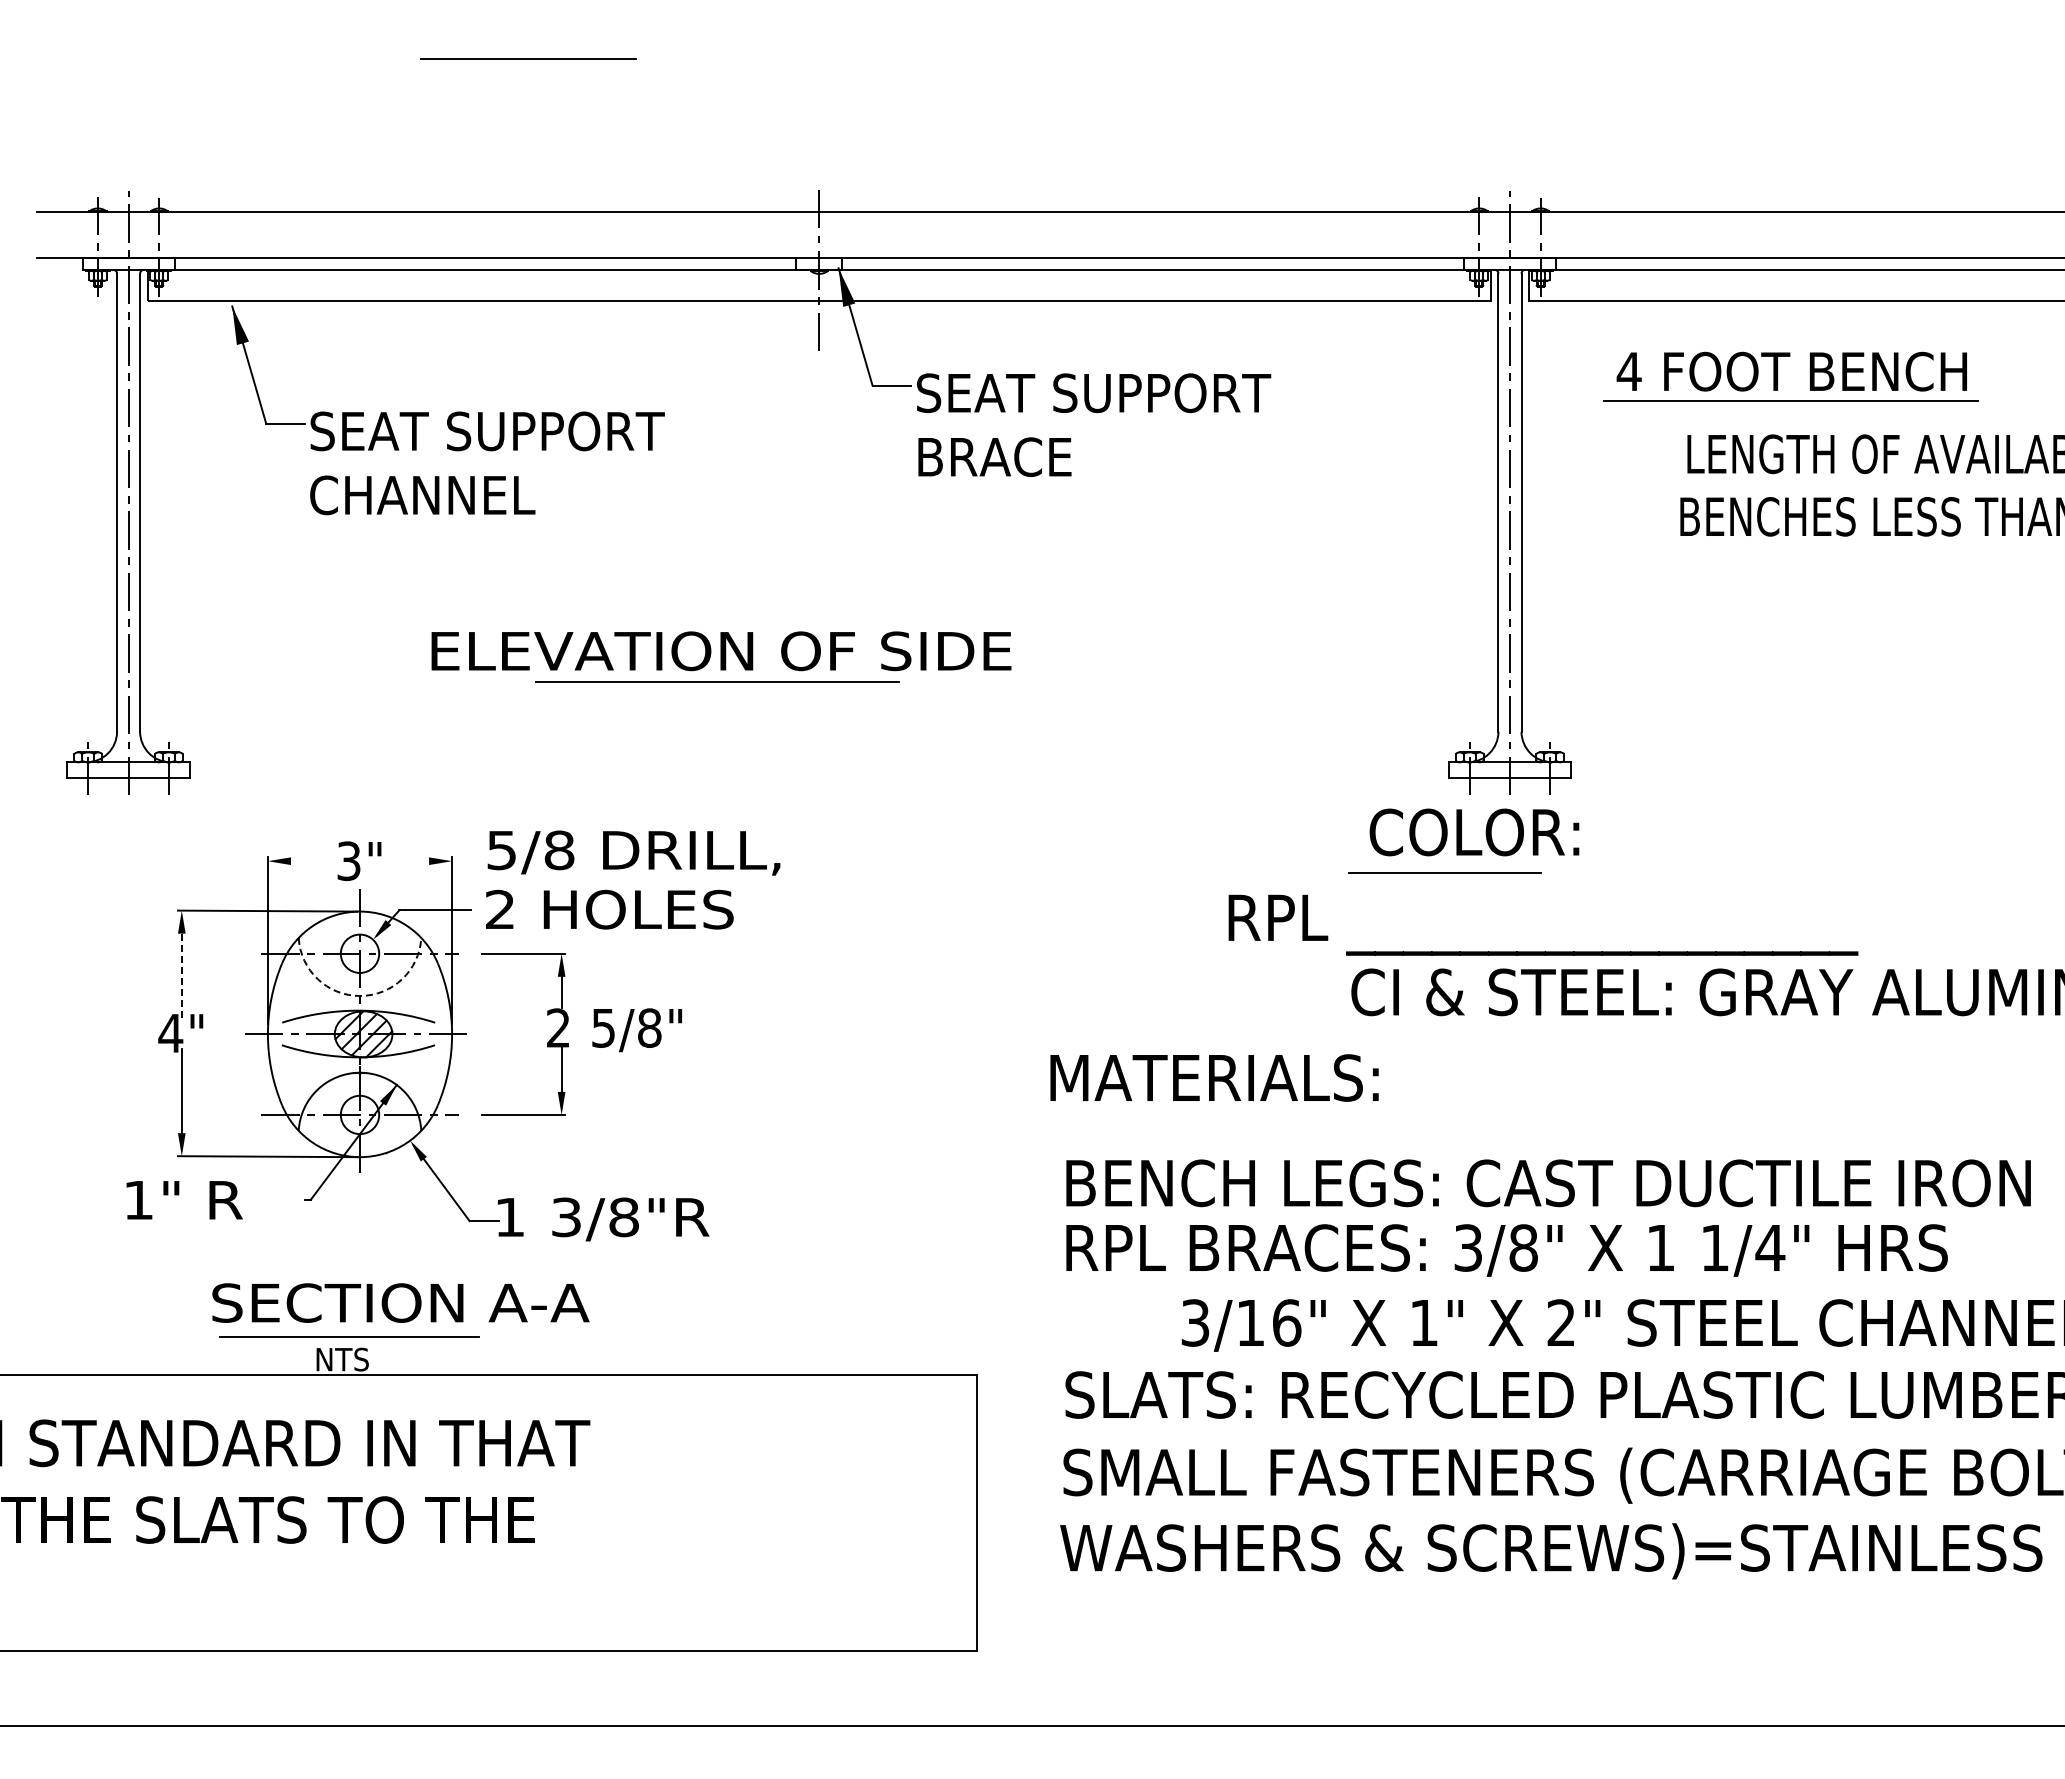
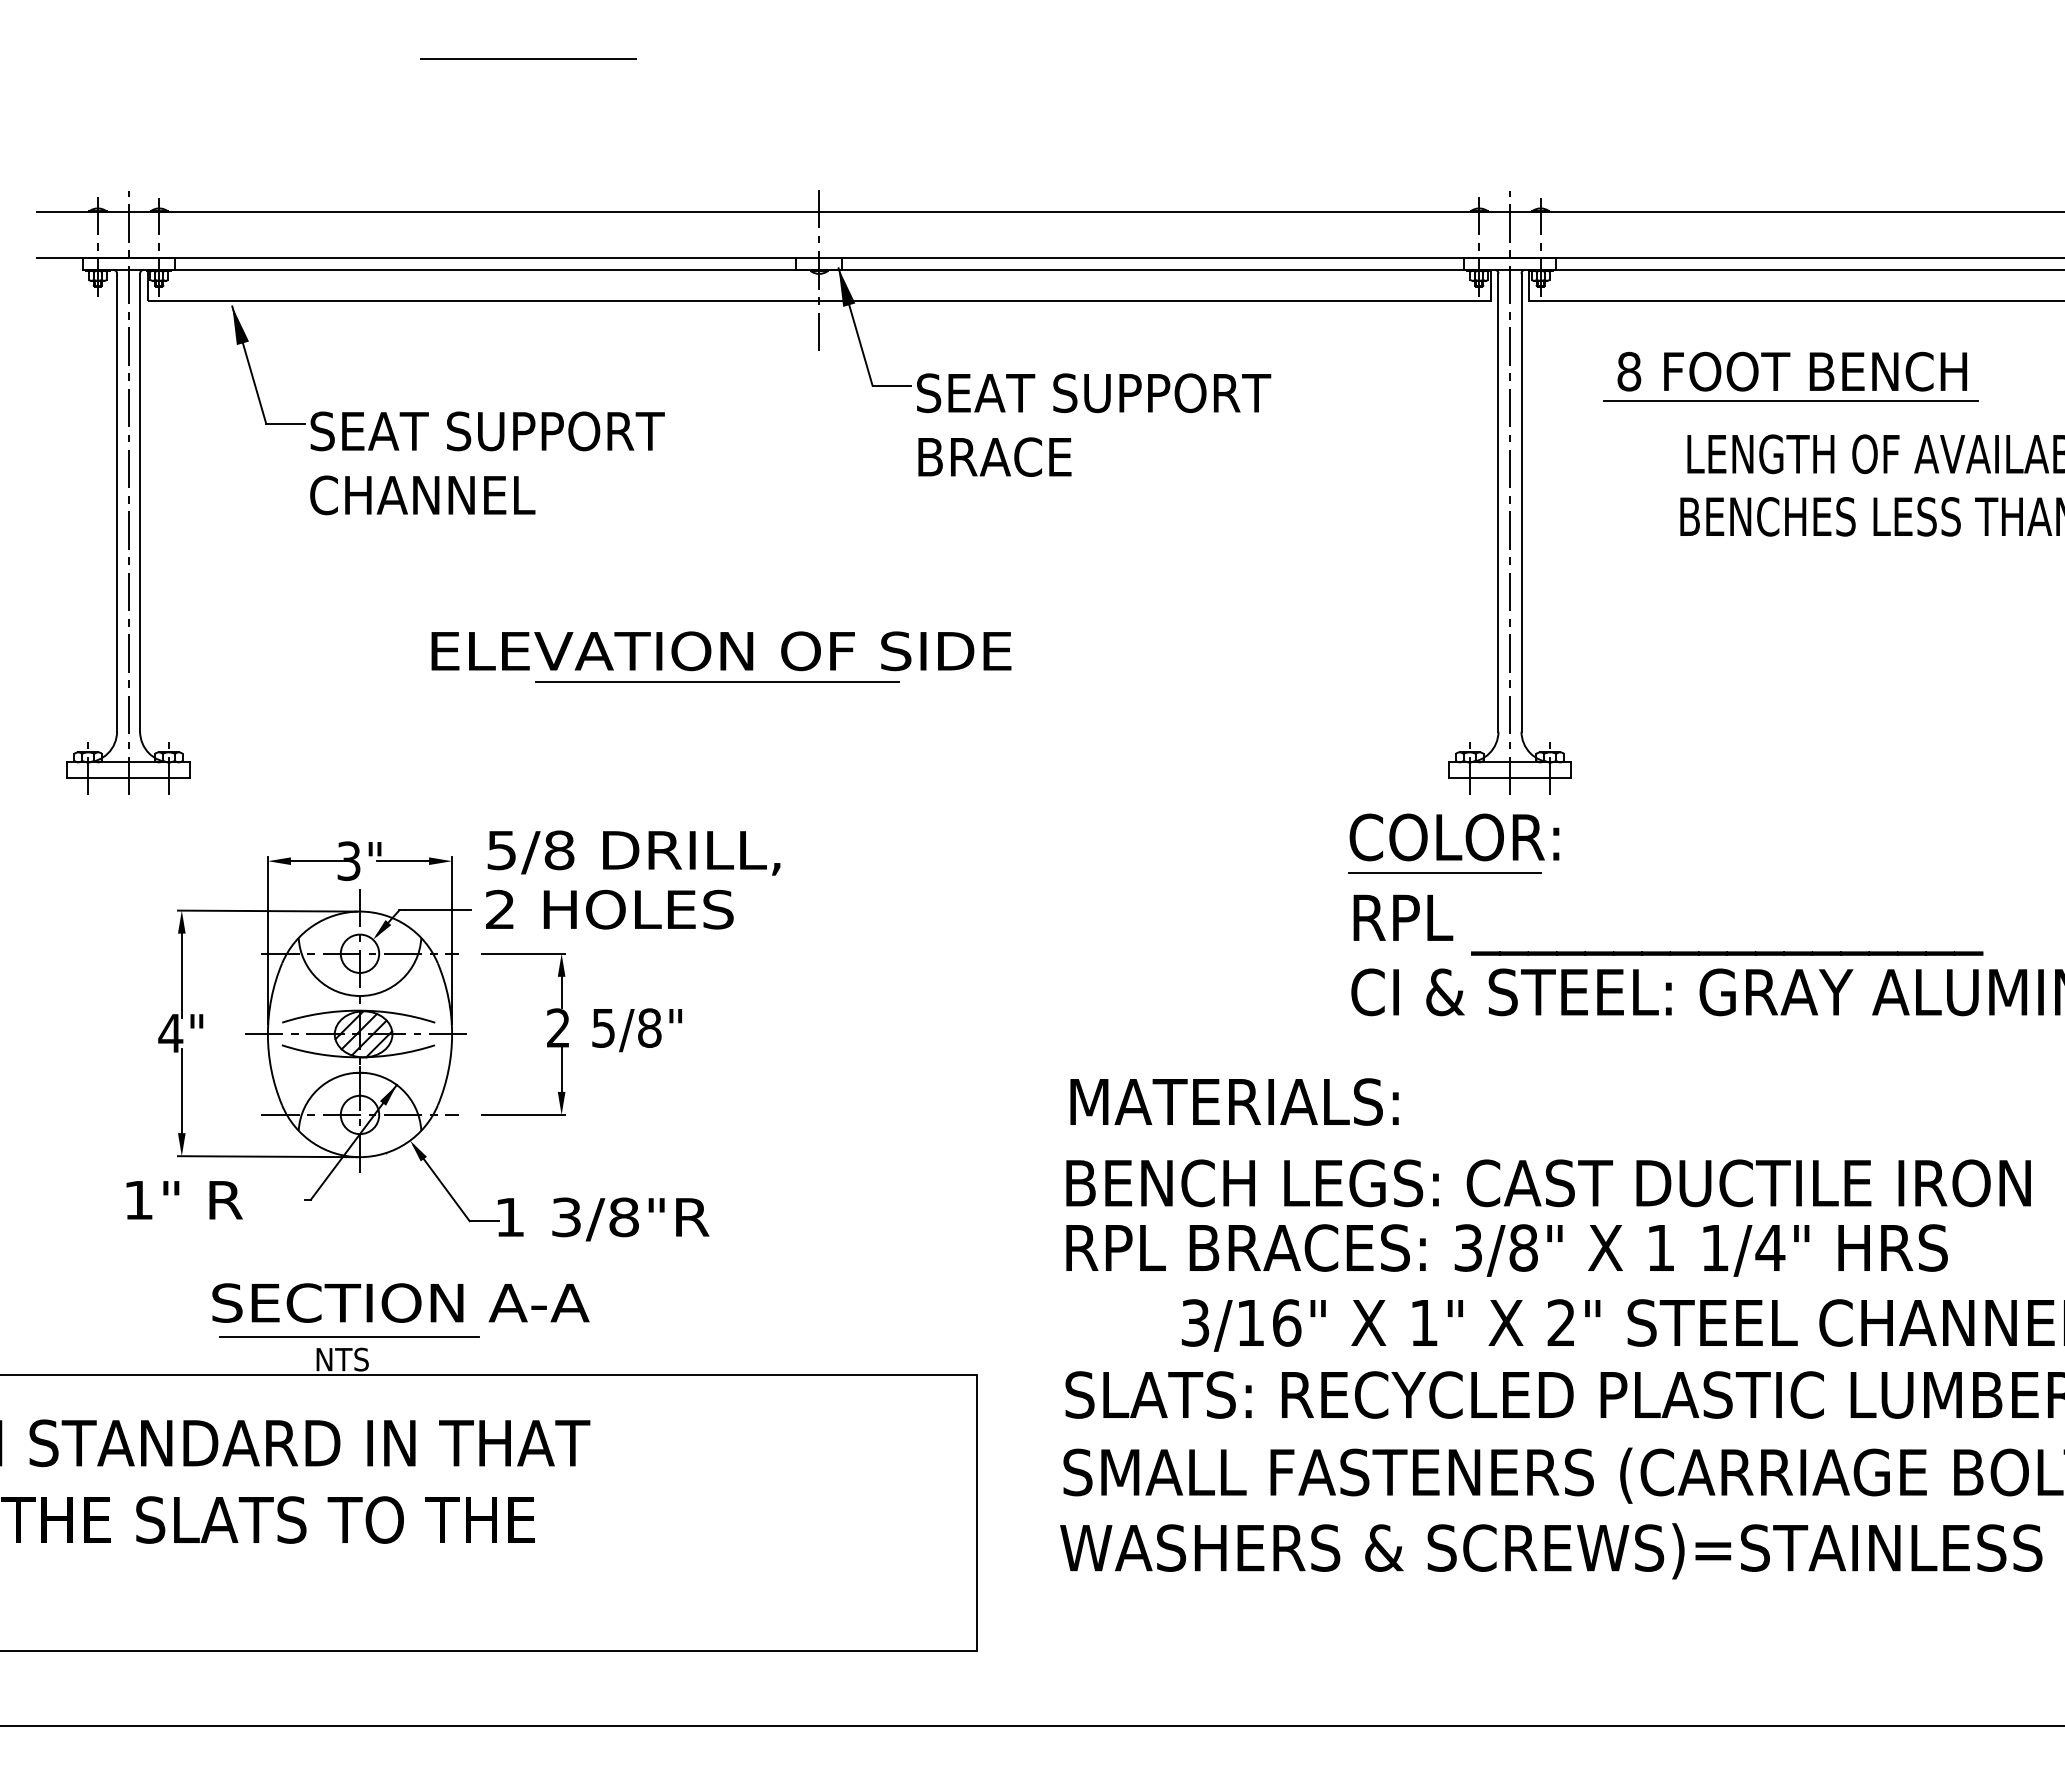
text at (1628, 371): 4 -> 8
text at (1474, 832) position: (1474, 832) -> (1454, 837)
line at (316, 861): none -> present
line at (403, 861): none -> present
text at (1543, 924) position: (1543, 924) -> (1668, 924)
line at (181, 976): dashed -> solid
arc at (360, 996): dashed -> solid
text at (1214, 1077) position: (1214, 1077) -> (1234, 1101)
